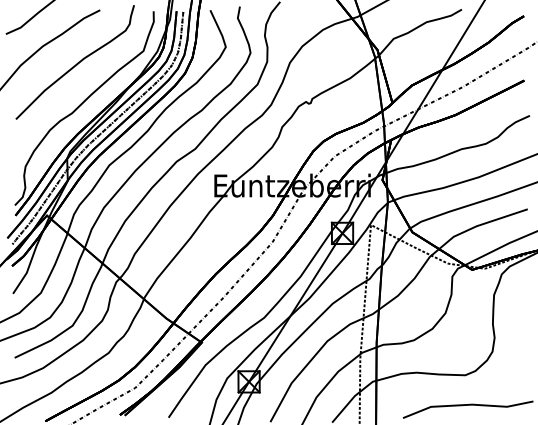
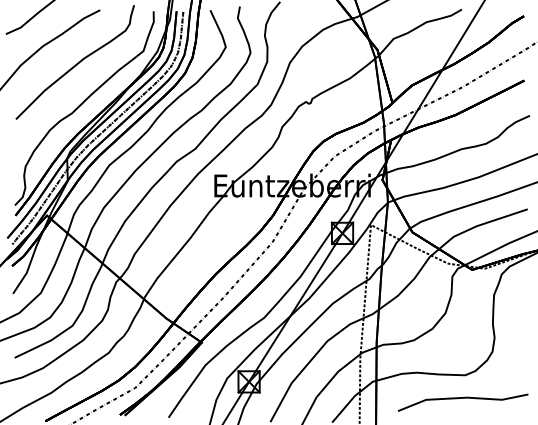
line at (467, 405) position: (467, 405) -> (462, 398)
